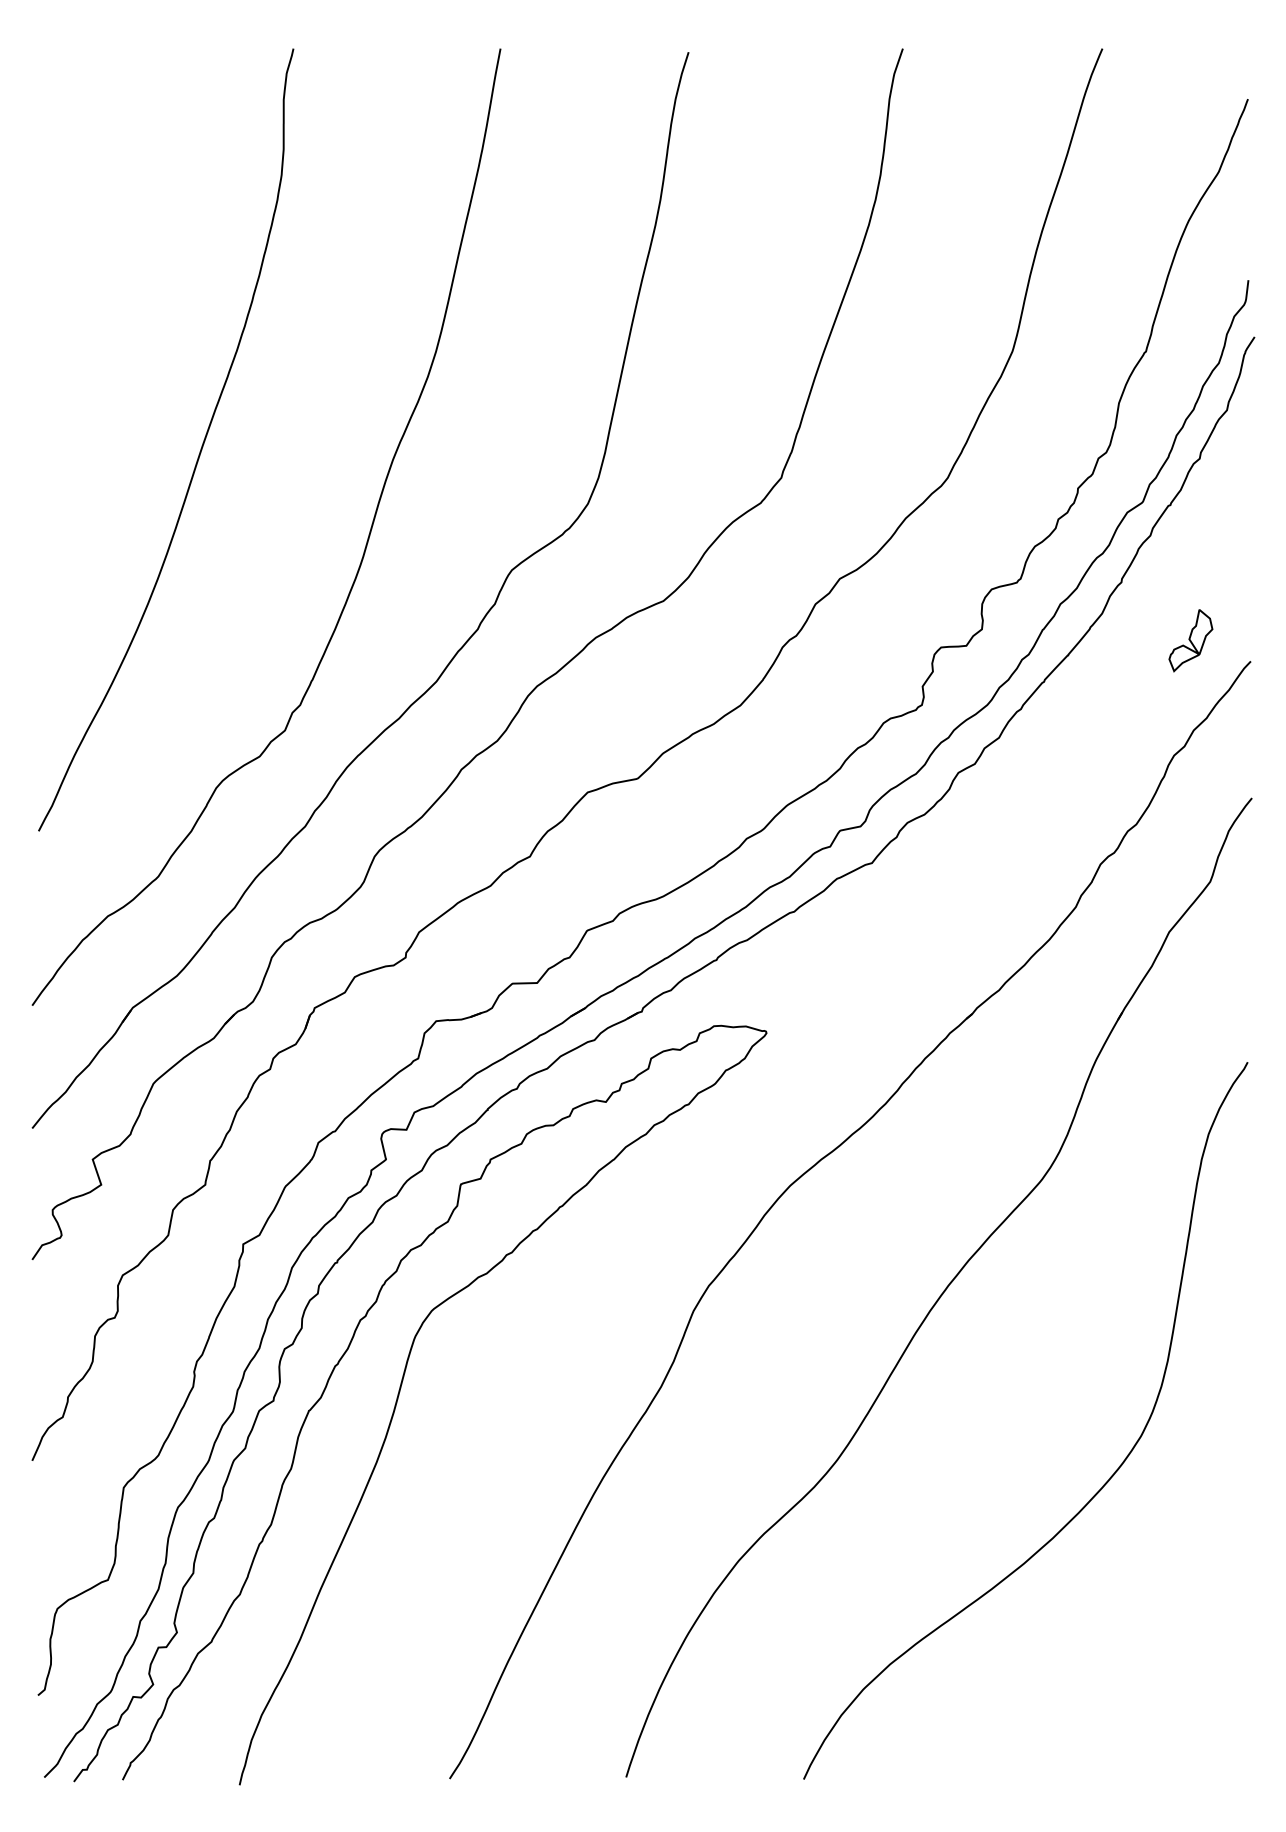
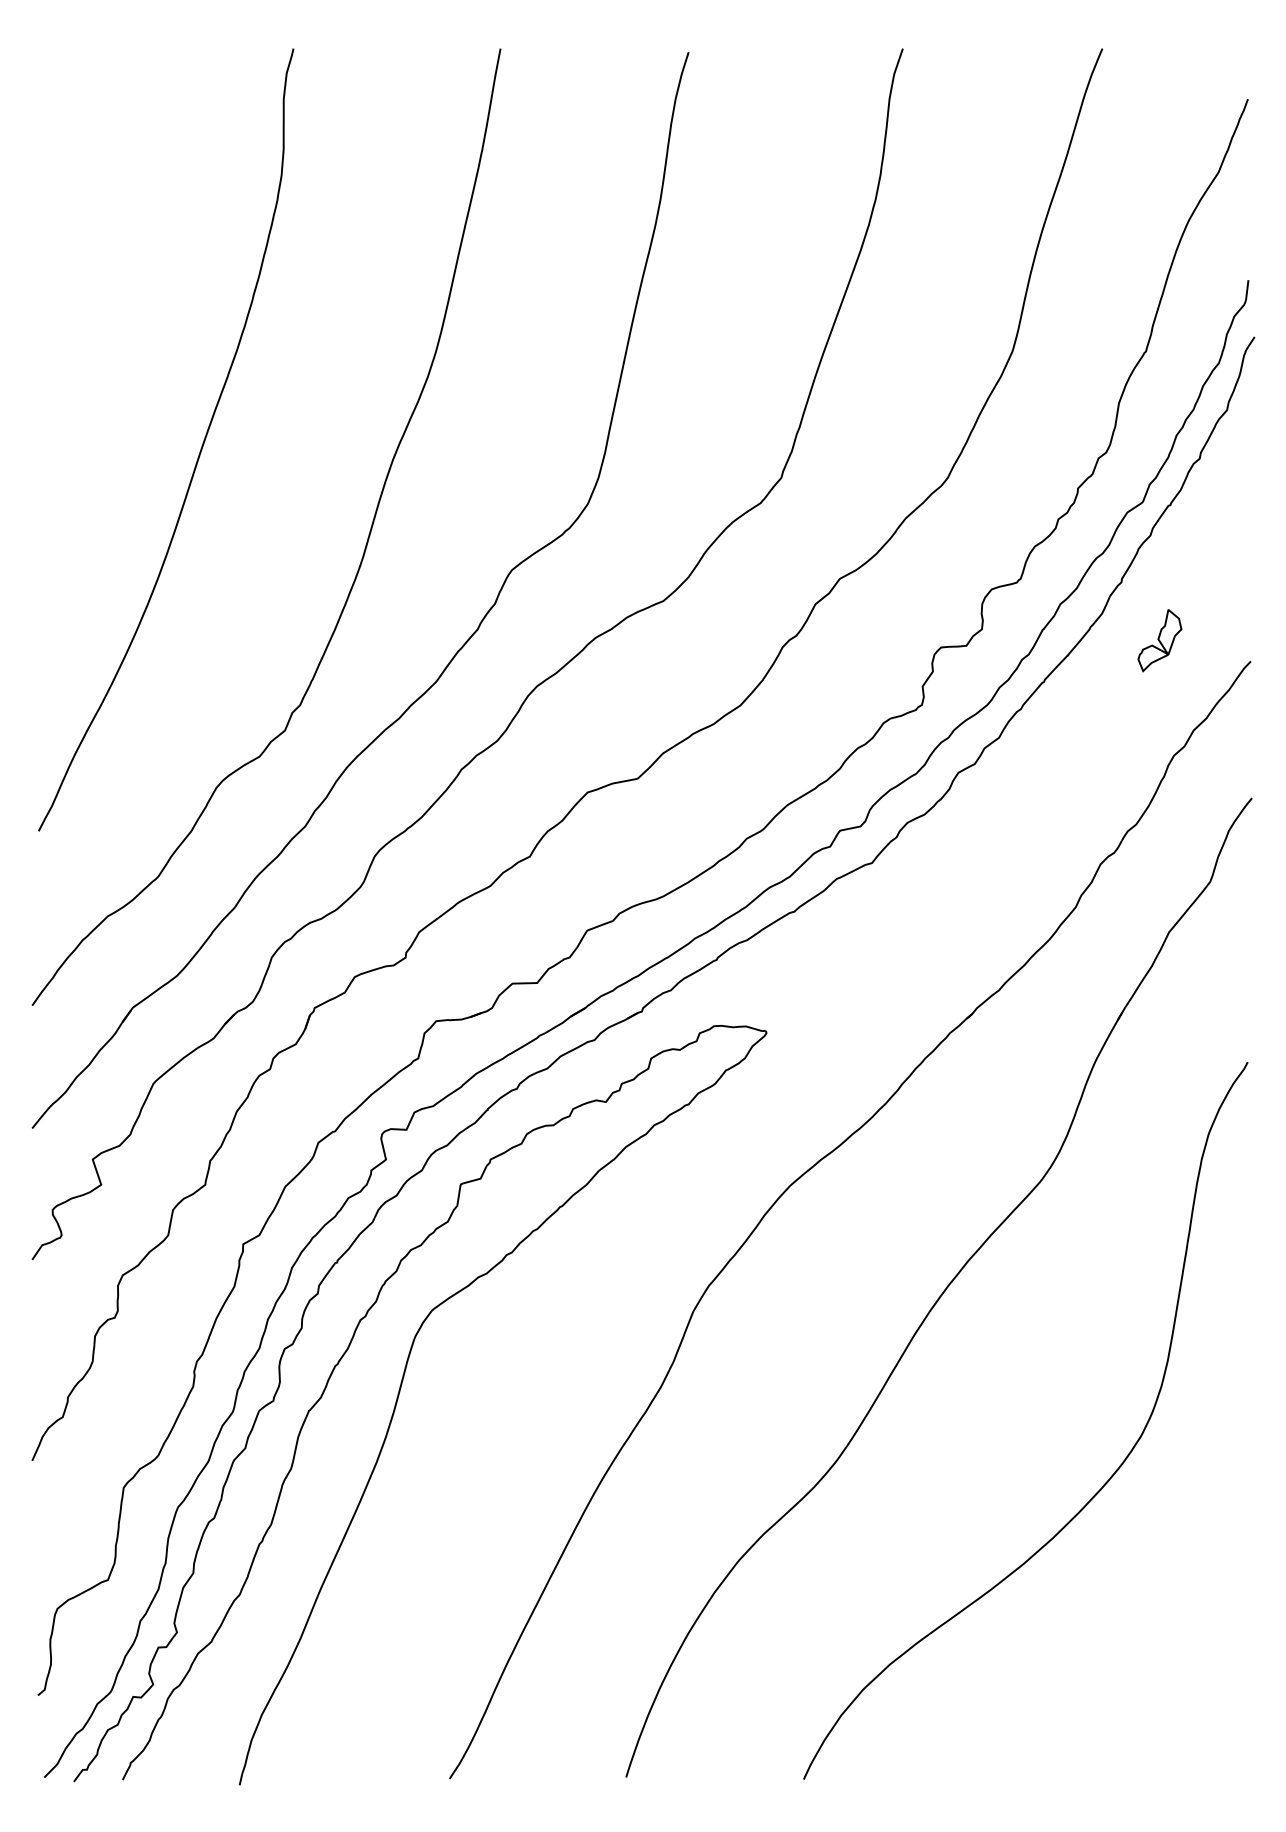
part at (1190, 640) position: (1190, 640) -> (1159, 640)
